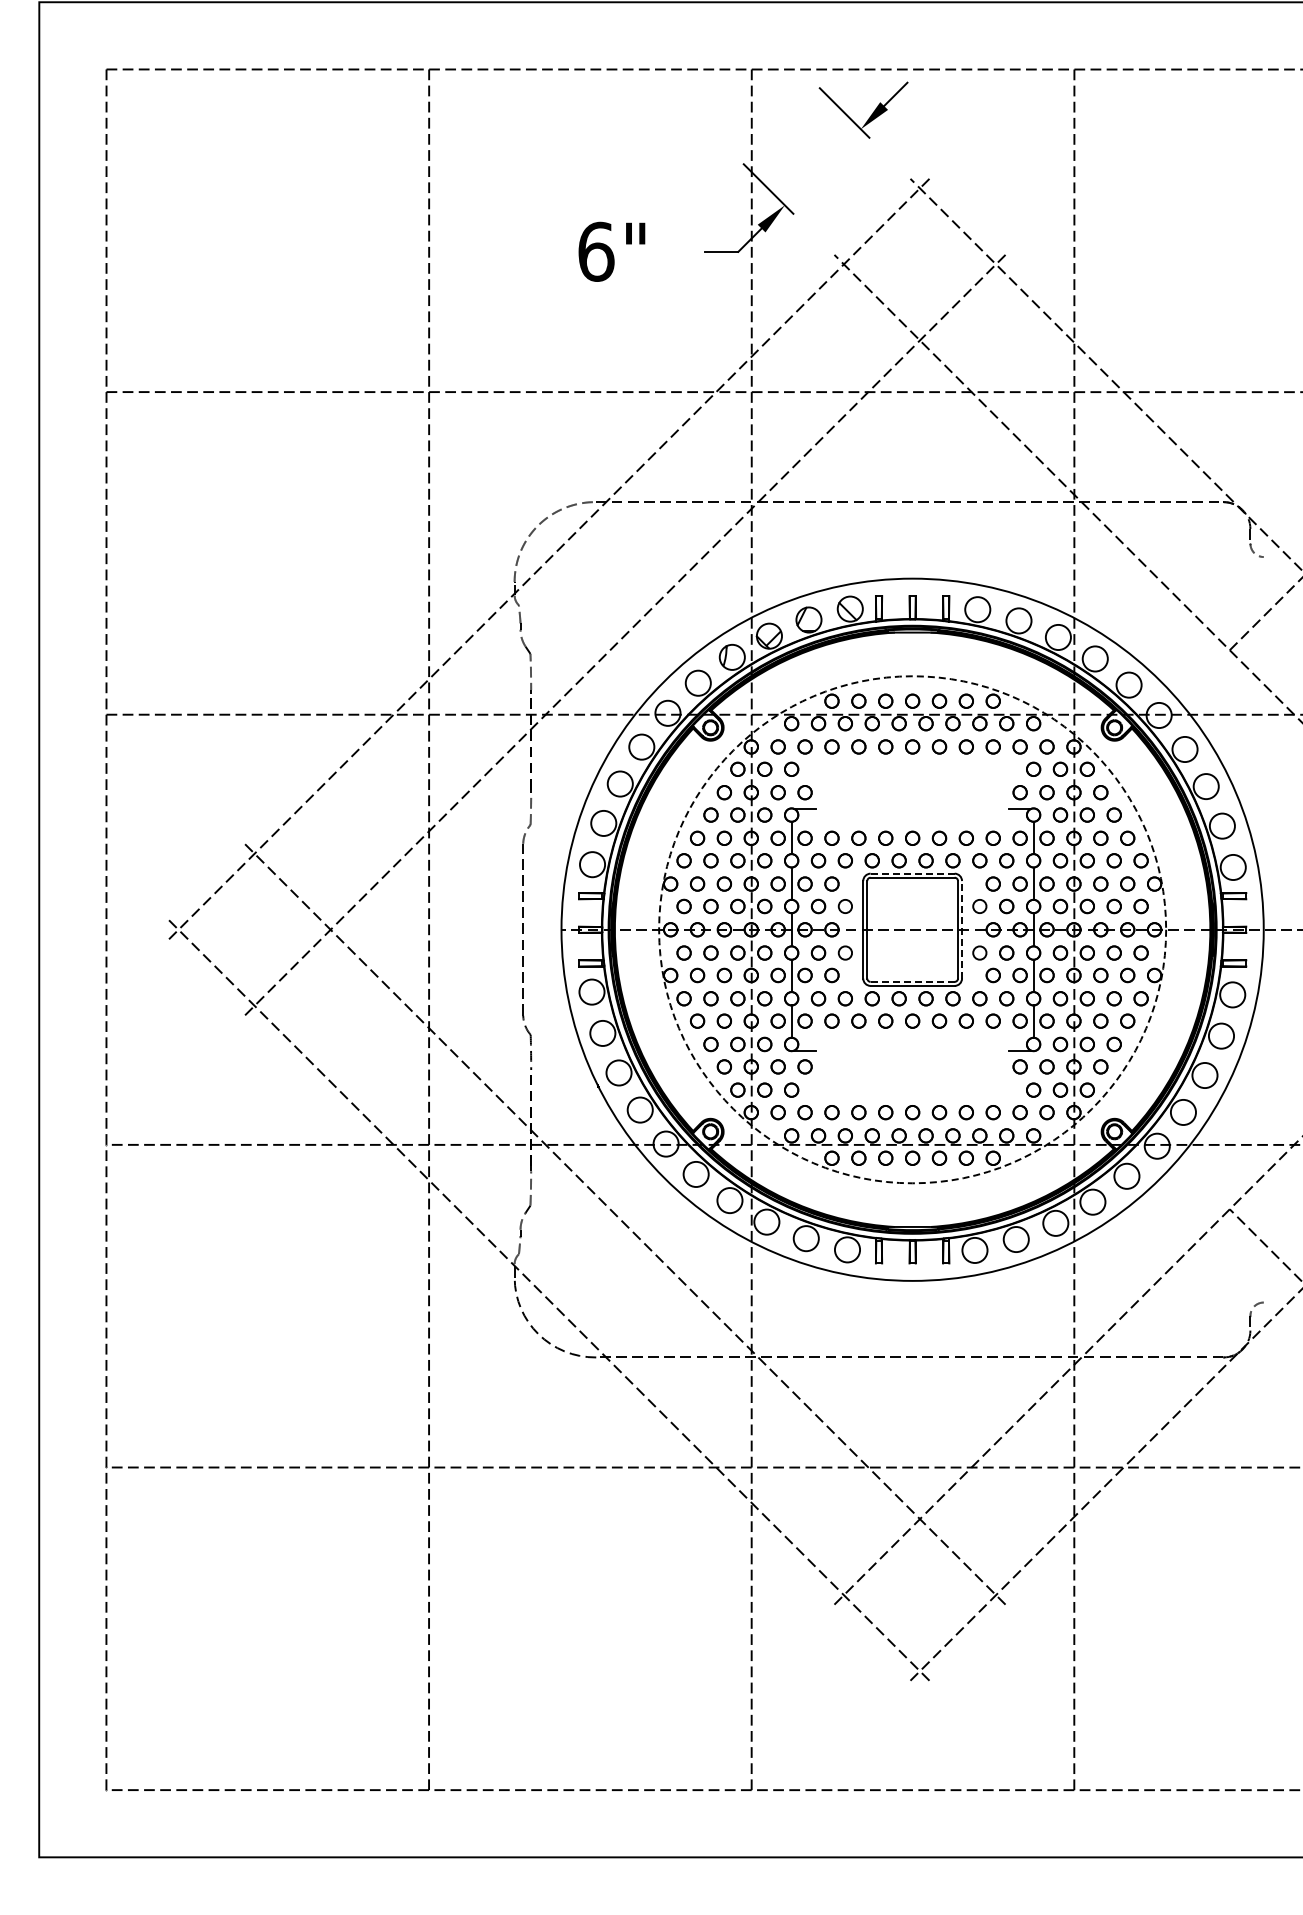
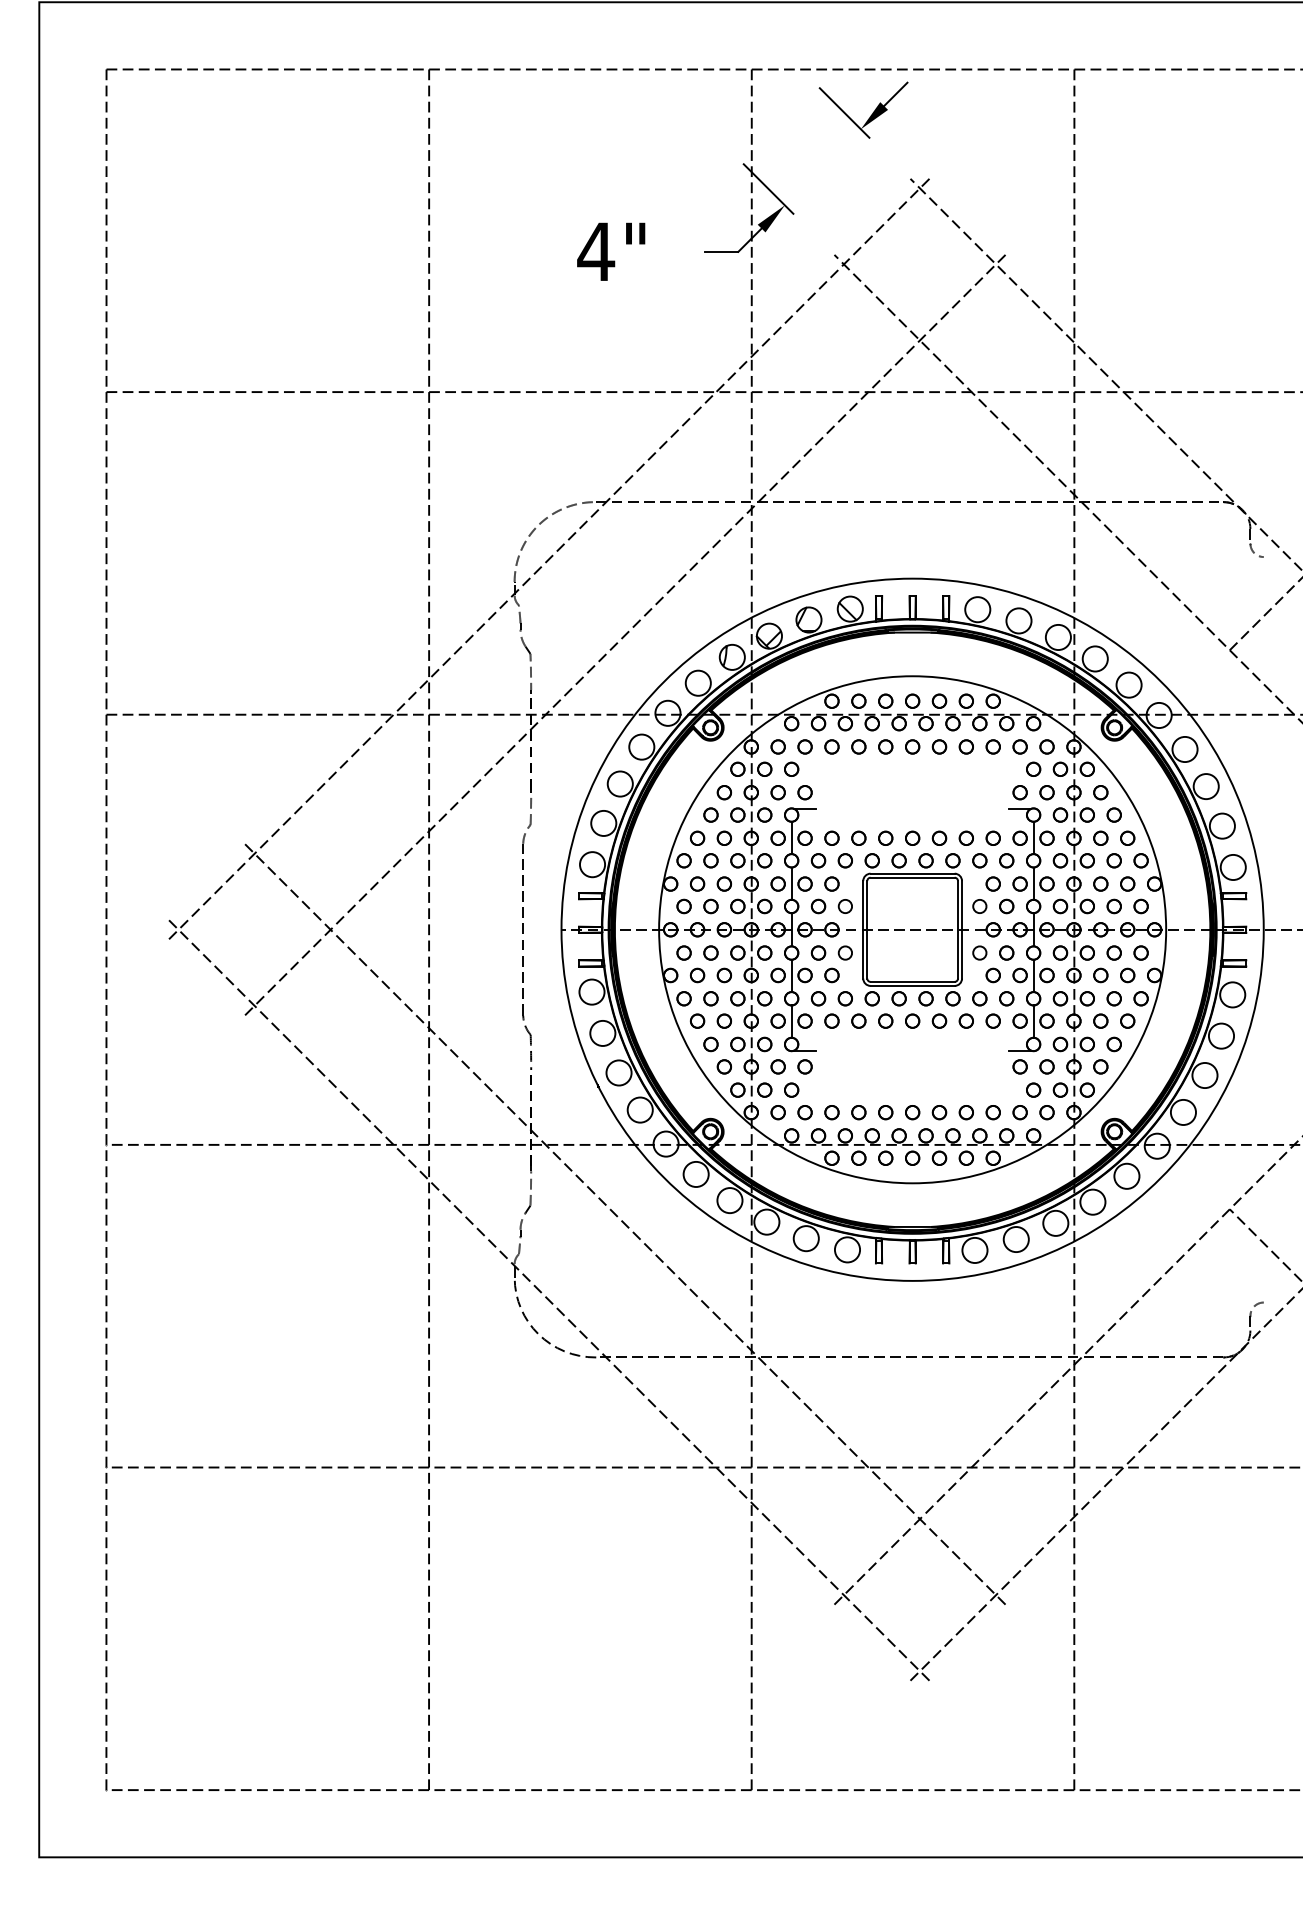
text at (596, 251): 6" -> 4"
line at (912, 873): dashed -> solid
circle at (912, 929): dashed -> solid
line at (962, 929): dashed -> solid
line at (913, 981): dashed -> solid
